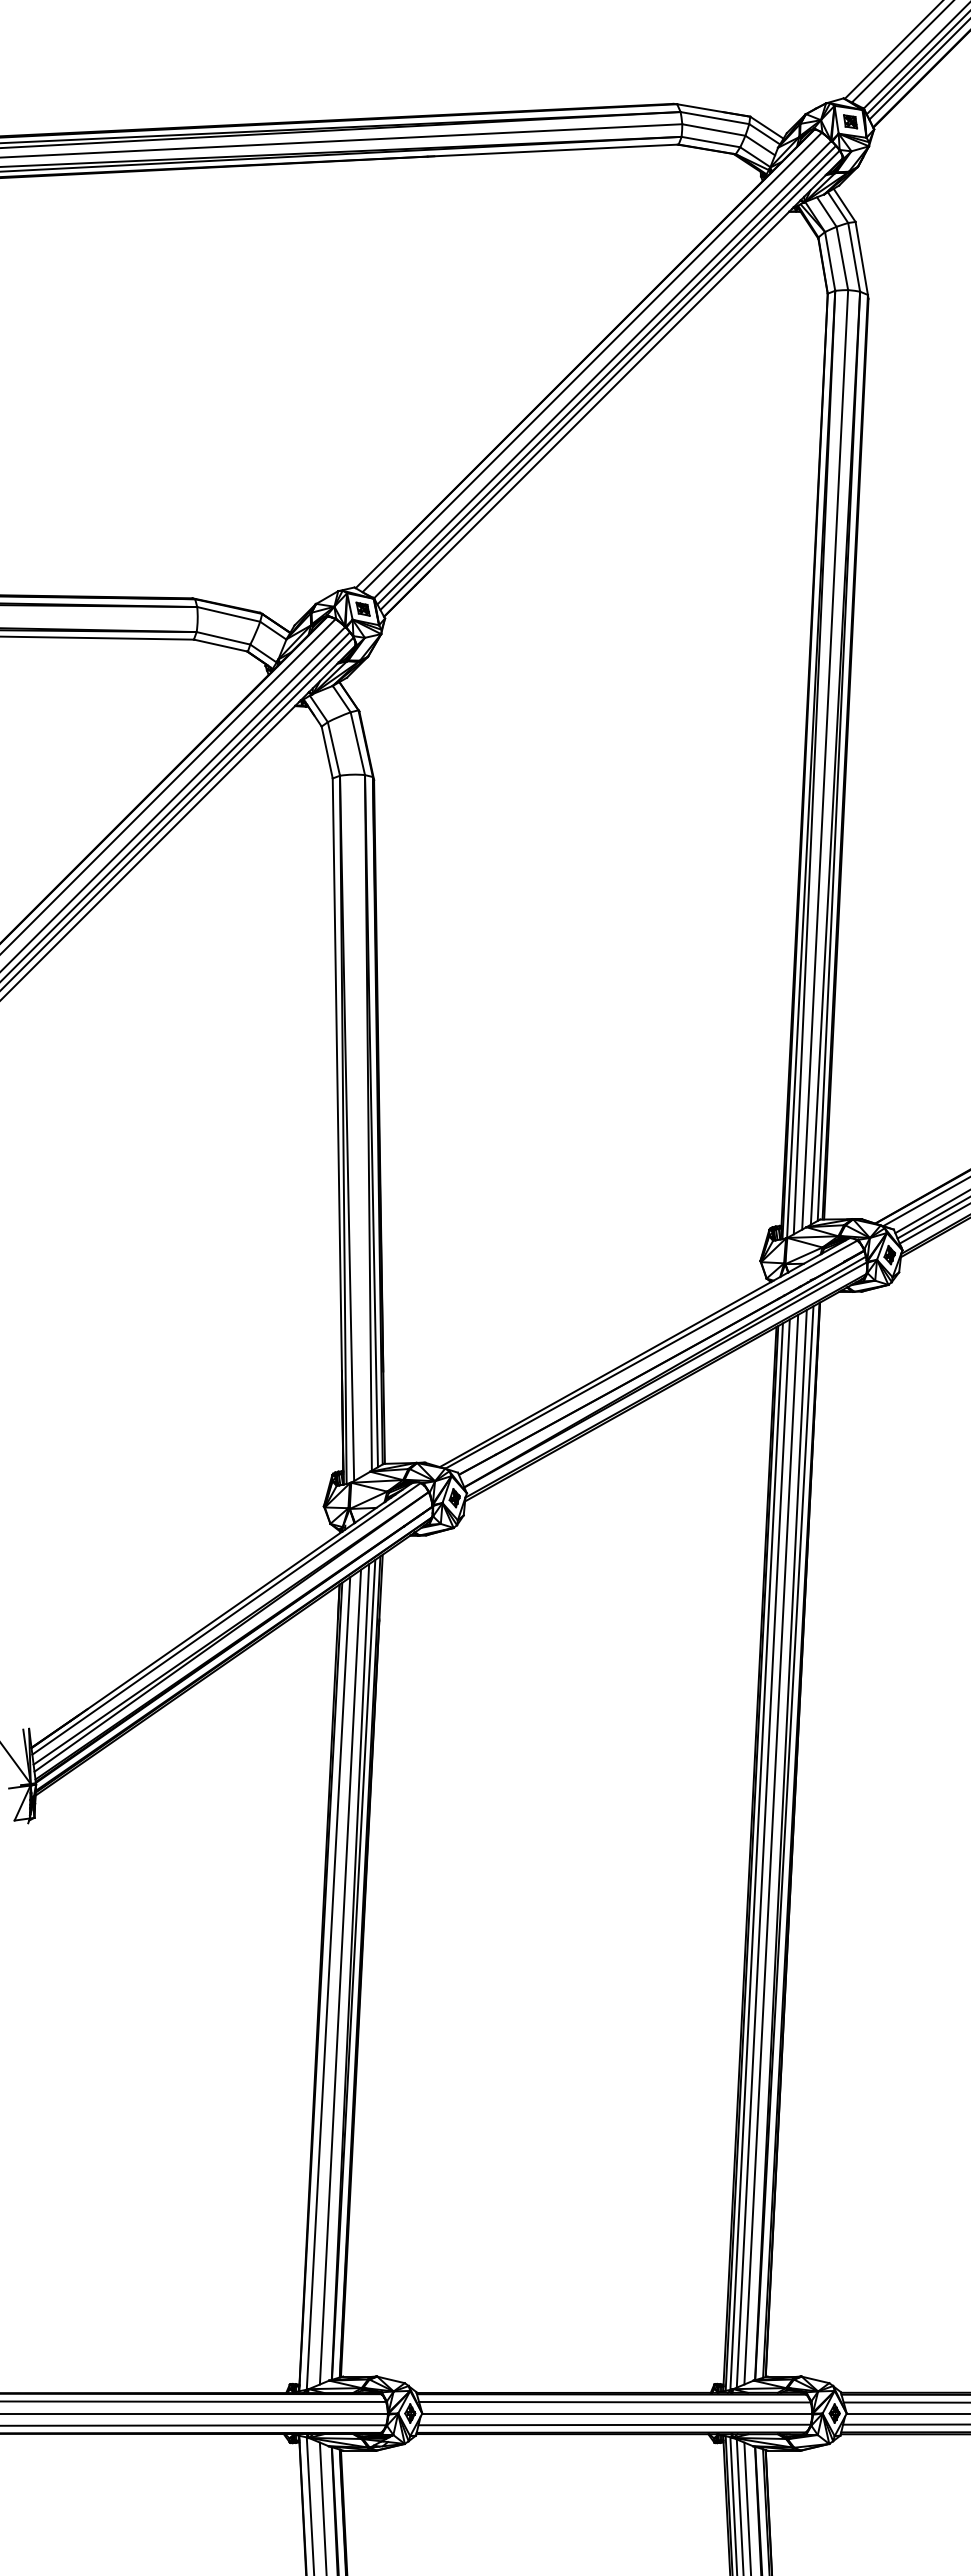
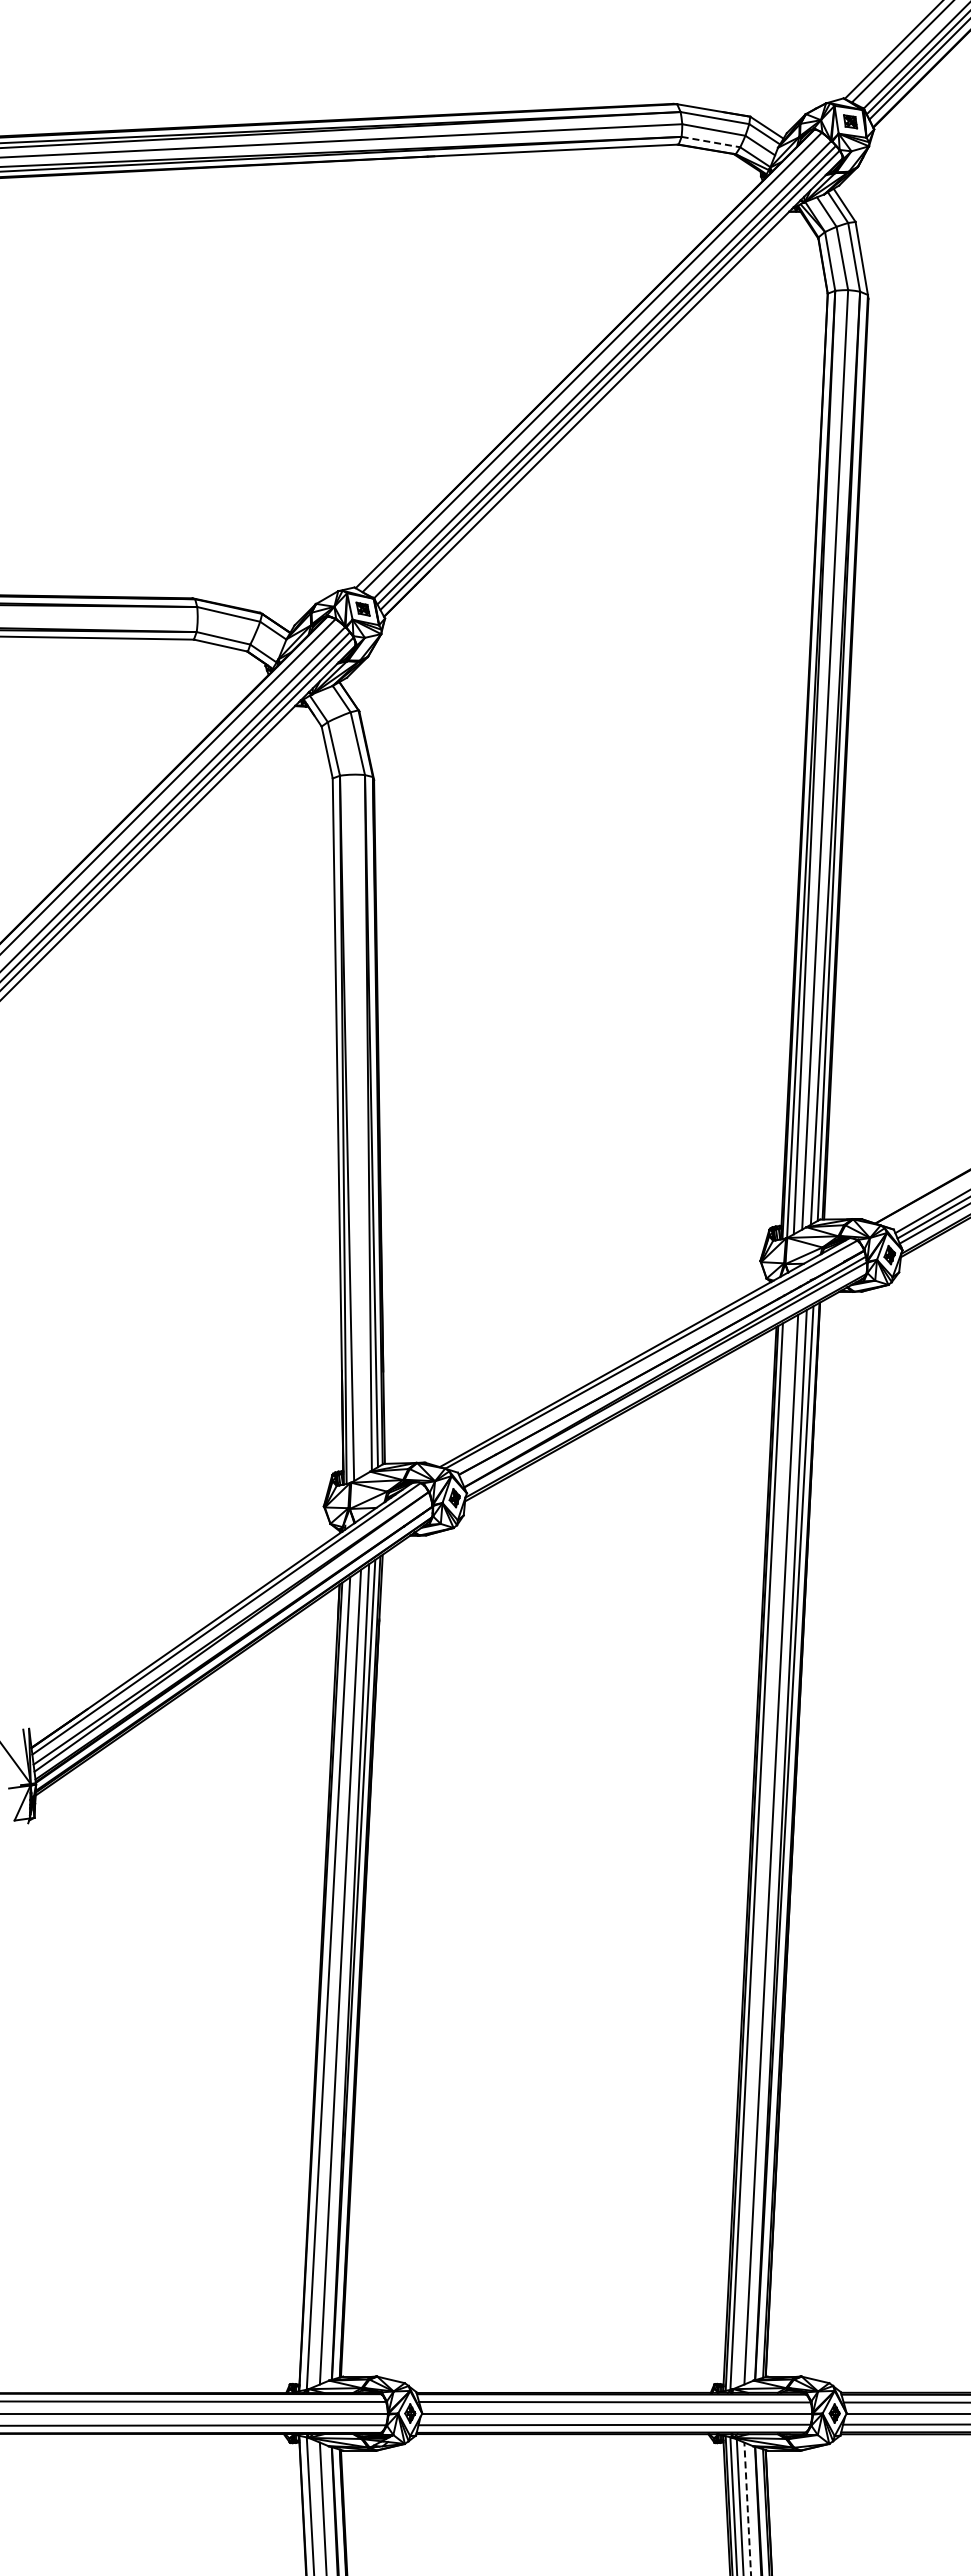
line at (710, 142): solid -> dashed
line at (925, 1202): present -> none
line at (762, 1853): present -> none
line at (747, 2508): solid -> dashed
